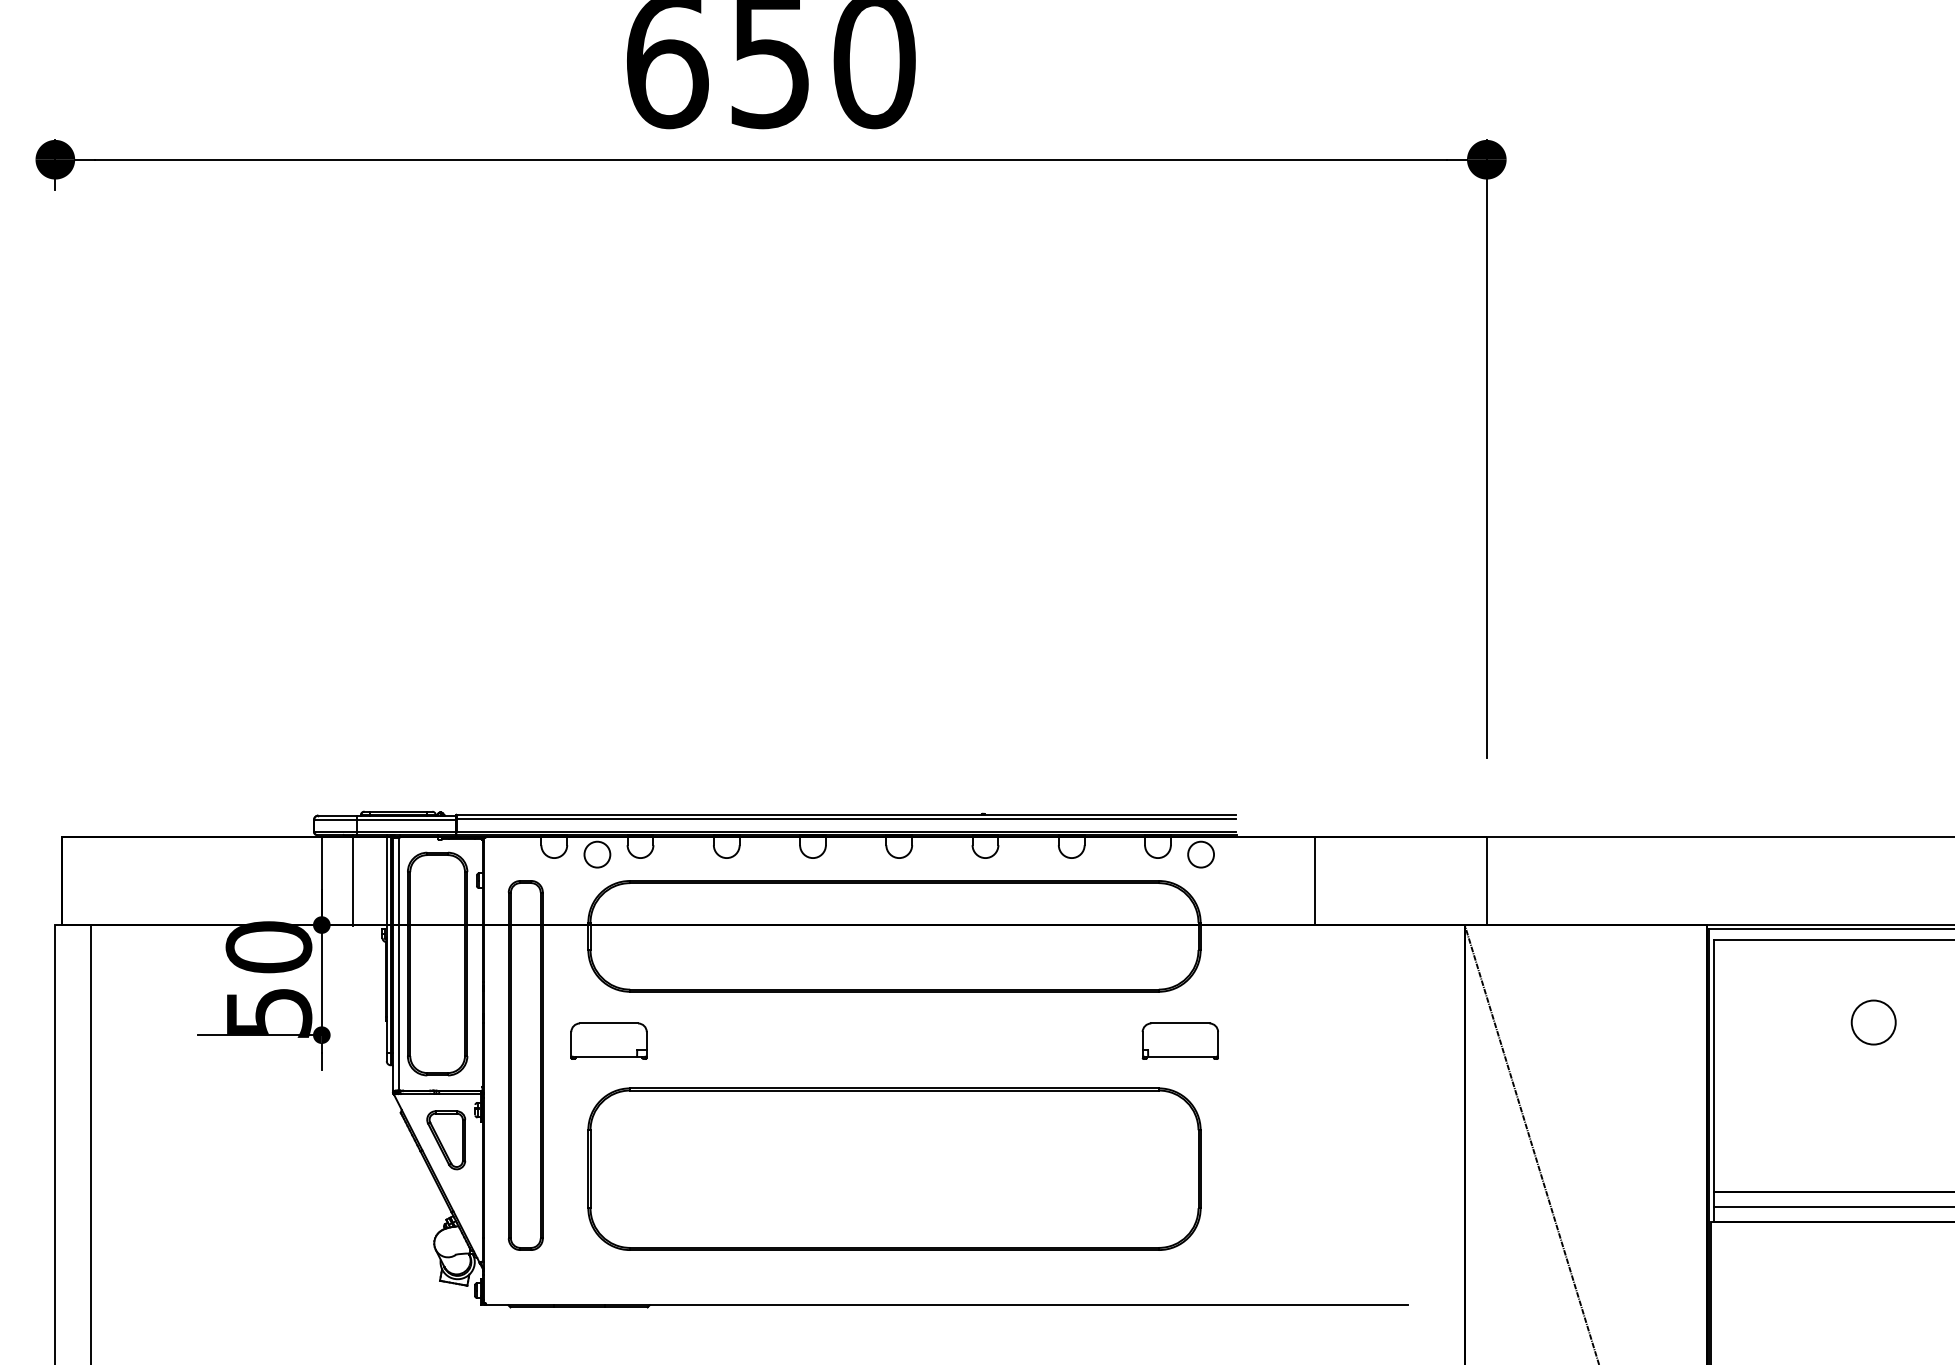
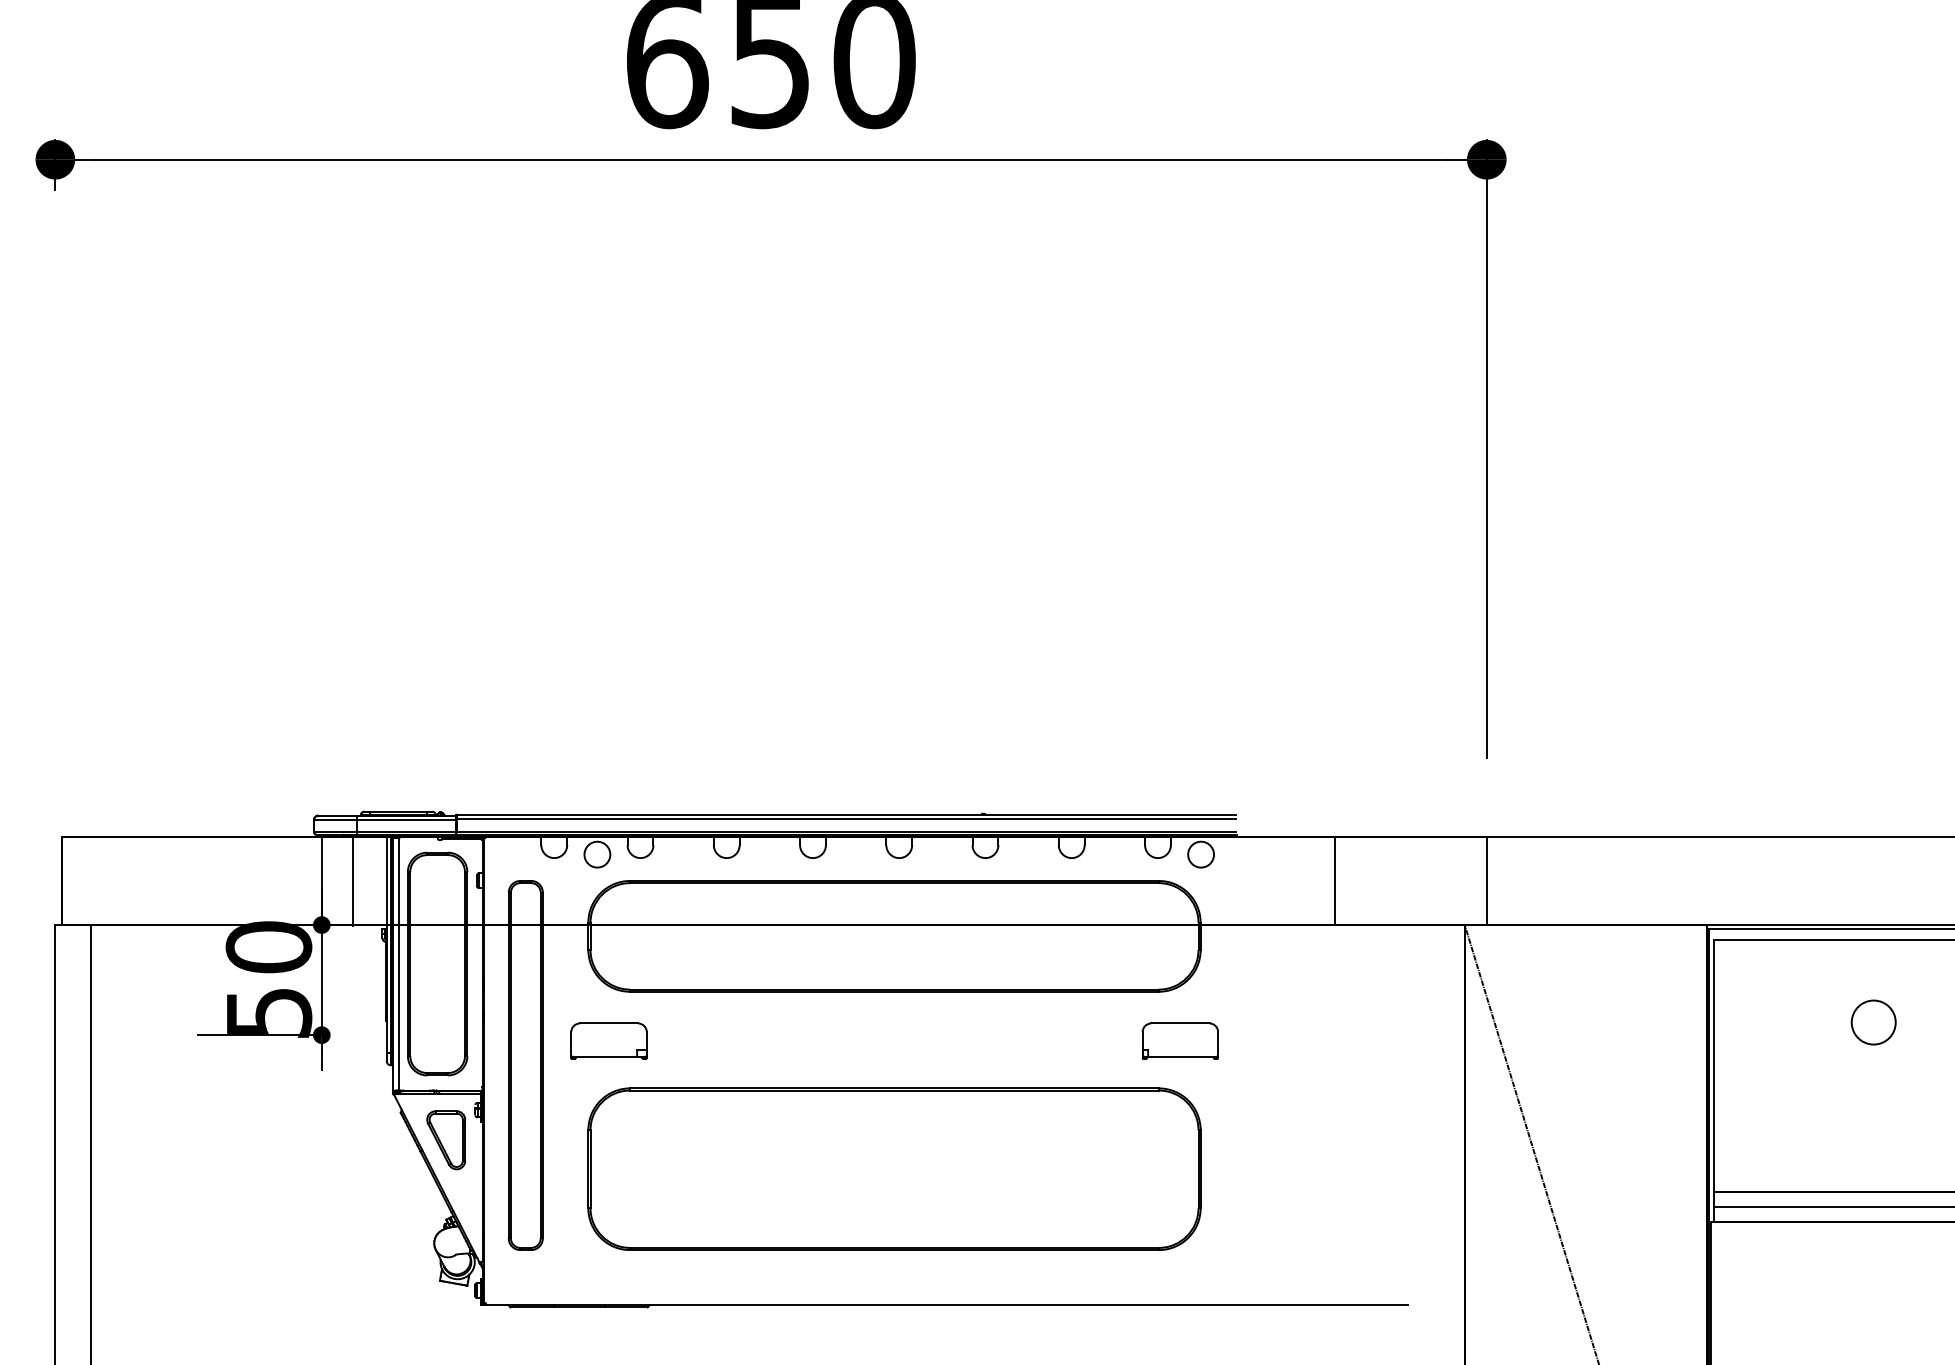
line at (1314, 880) position: (1314, 880) -> (1334, 880)
